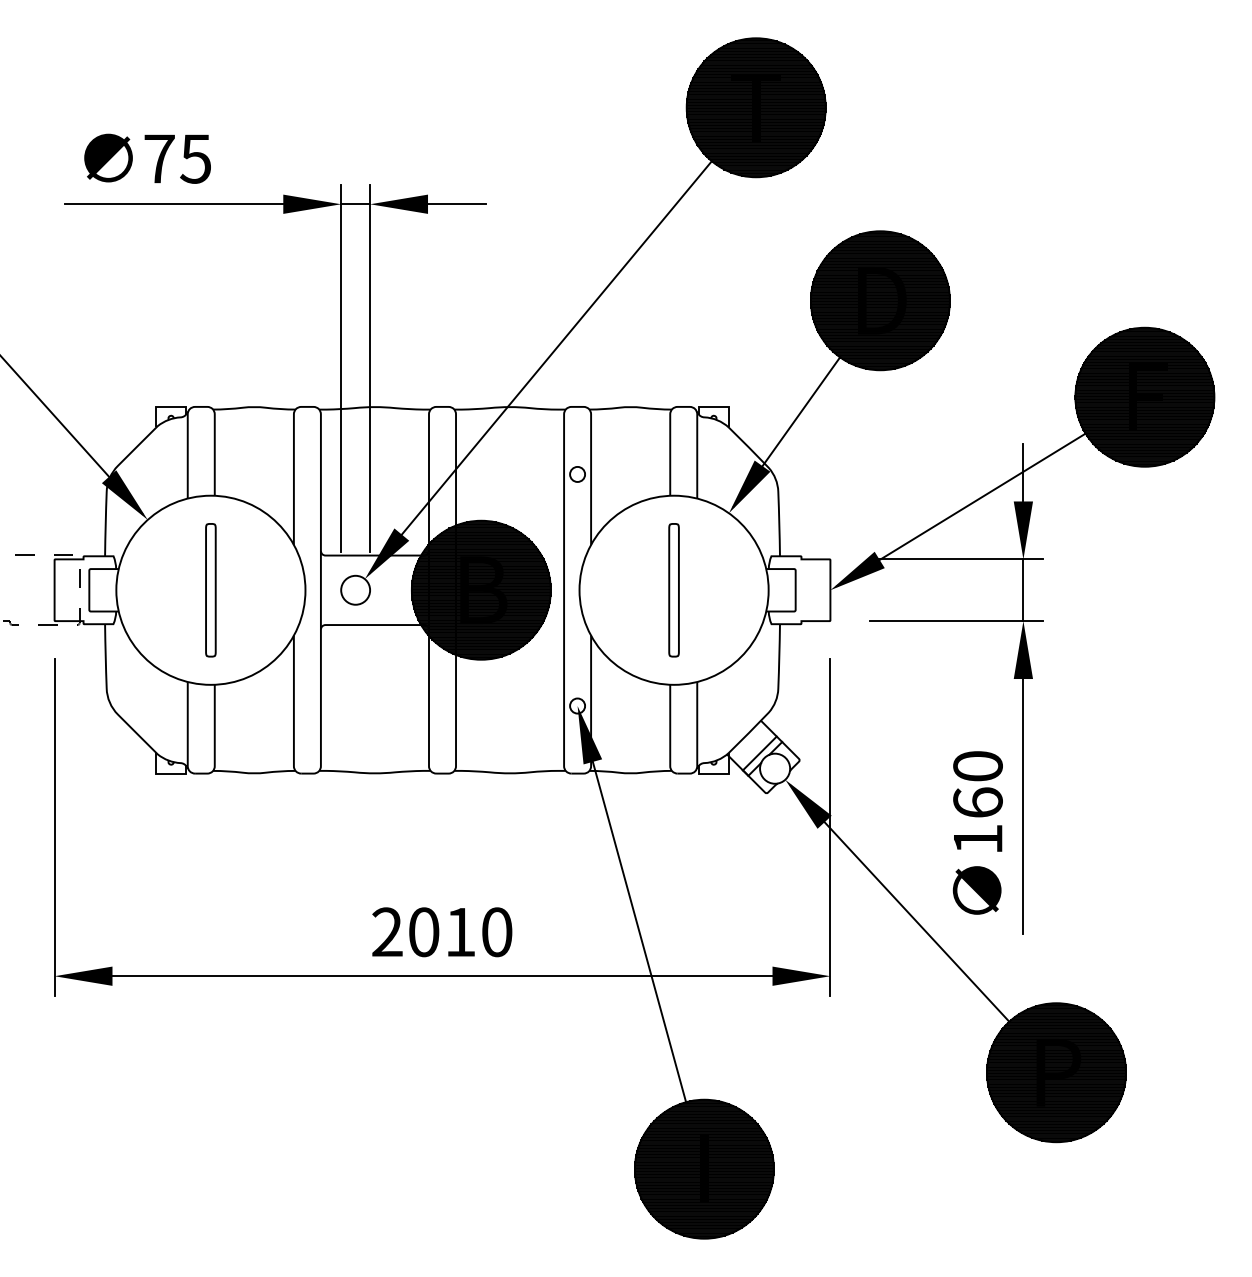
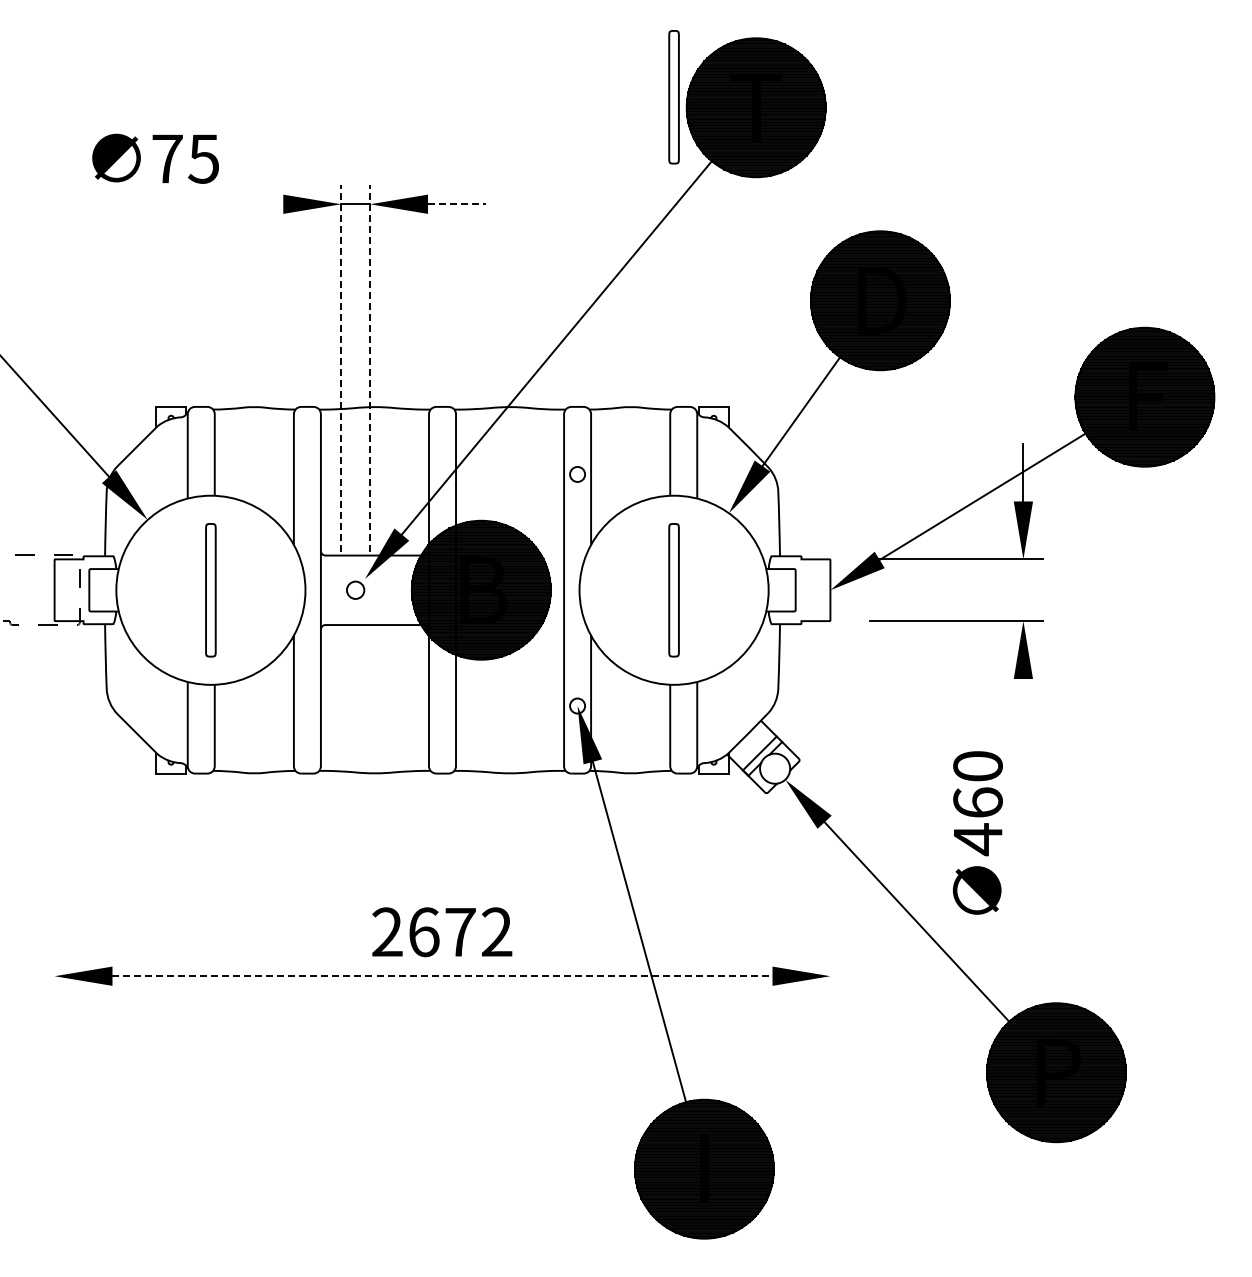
part at (673, 97): none -> present
text at (147, 158) position: (147, 158) -> (155, 158)
line at (173, 204): present -> none
line at (456, 204): solid -> dashed
line at (341, 367): solid -> dashed
line at (370, 367): solid -> dashed
circle at (355, 589) diameter: 29 px -> 17 px
line at (1023, 590): present -> none
line at (1023, 806): present -> none
line at (54, 826): present -> none
line at (830, 826): present -> none
text at (978, 839): 160 -> 460
text at (460, 932): 2010 -> 2672
line at (443, 976): solid -> dashed
